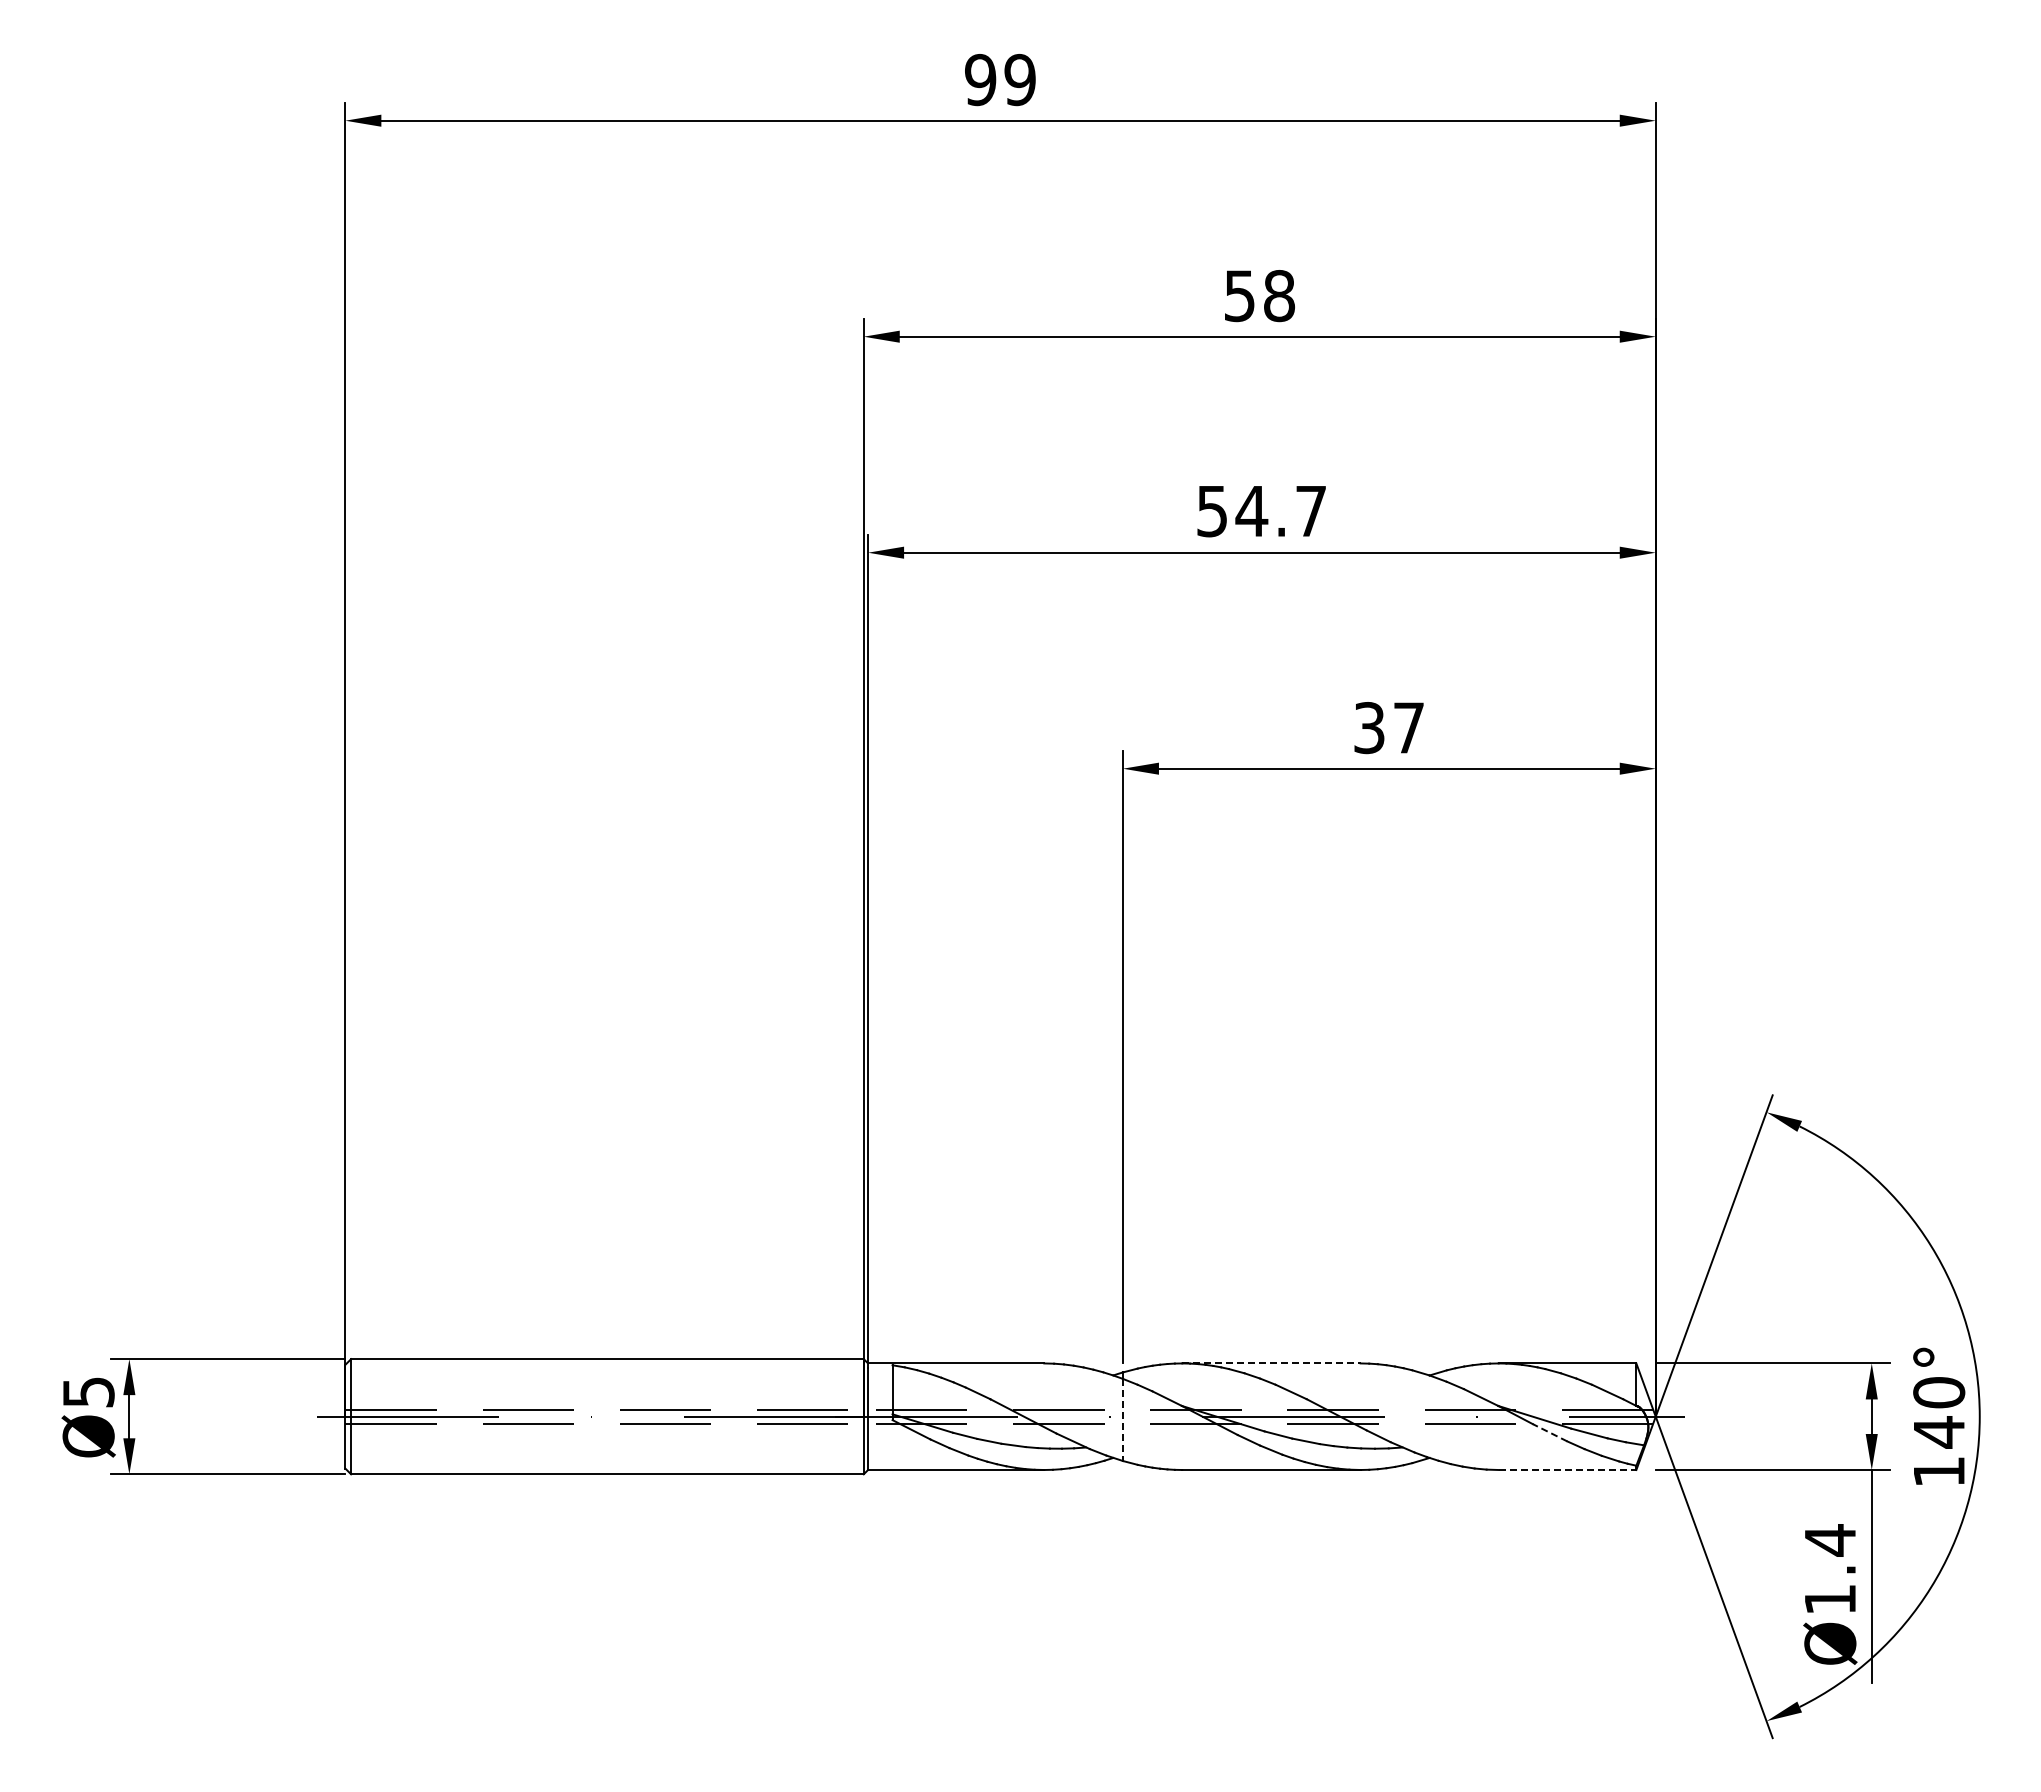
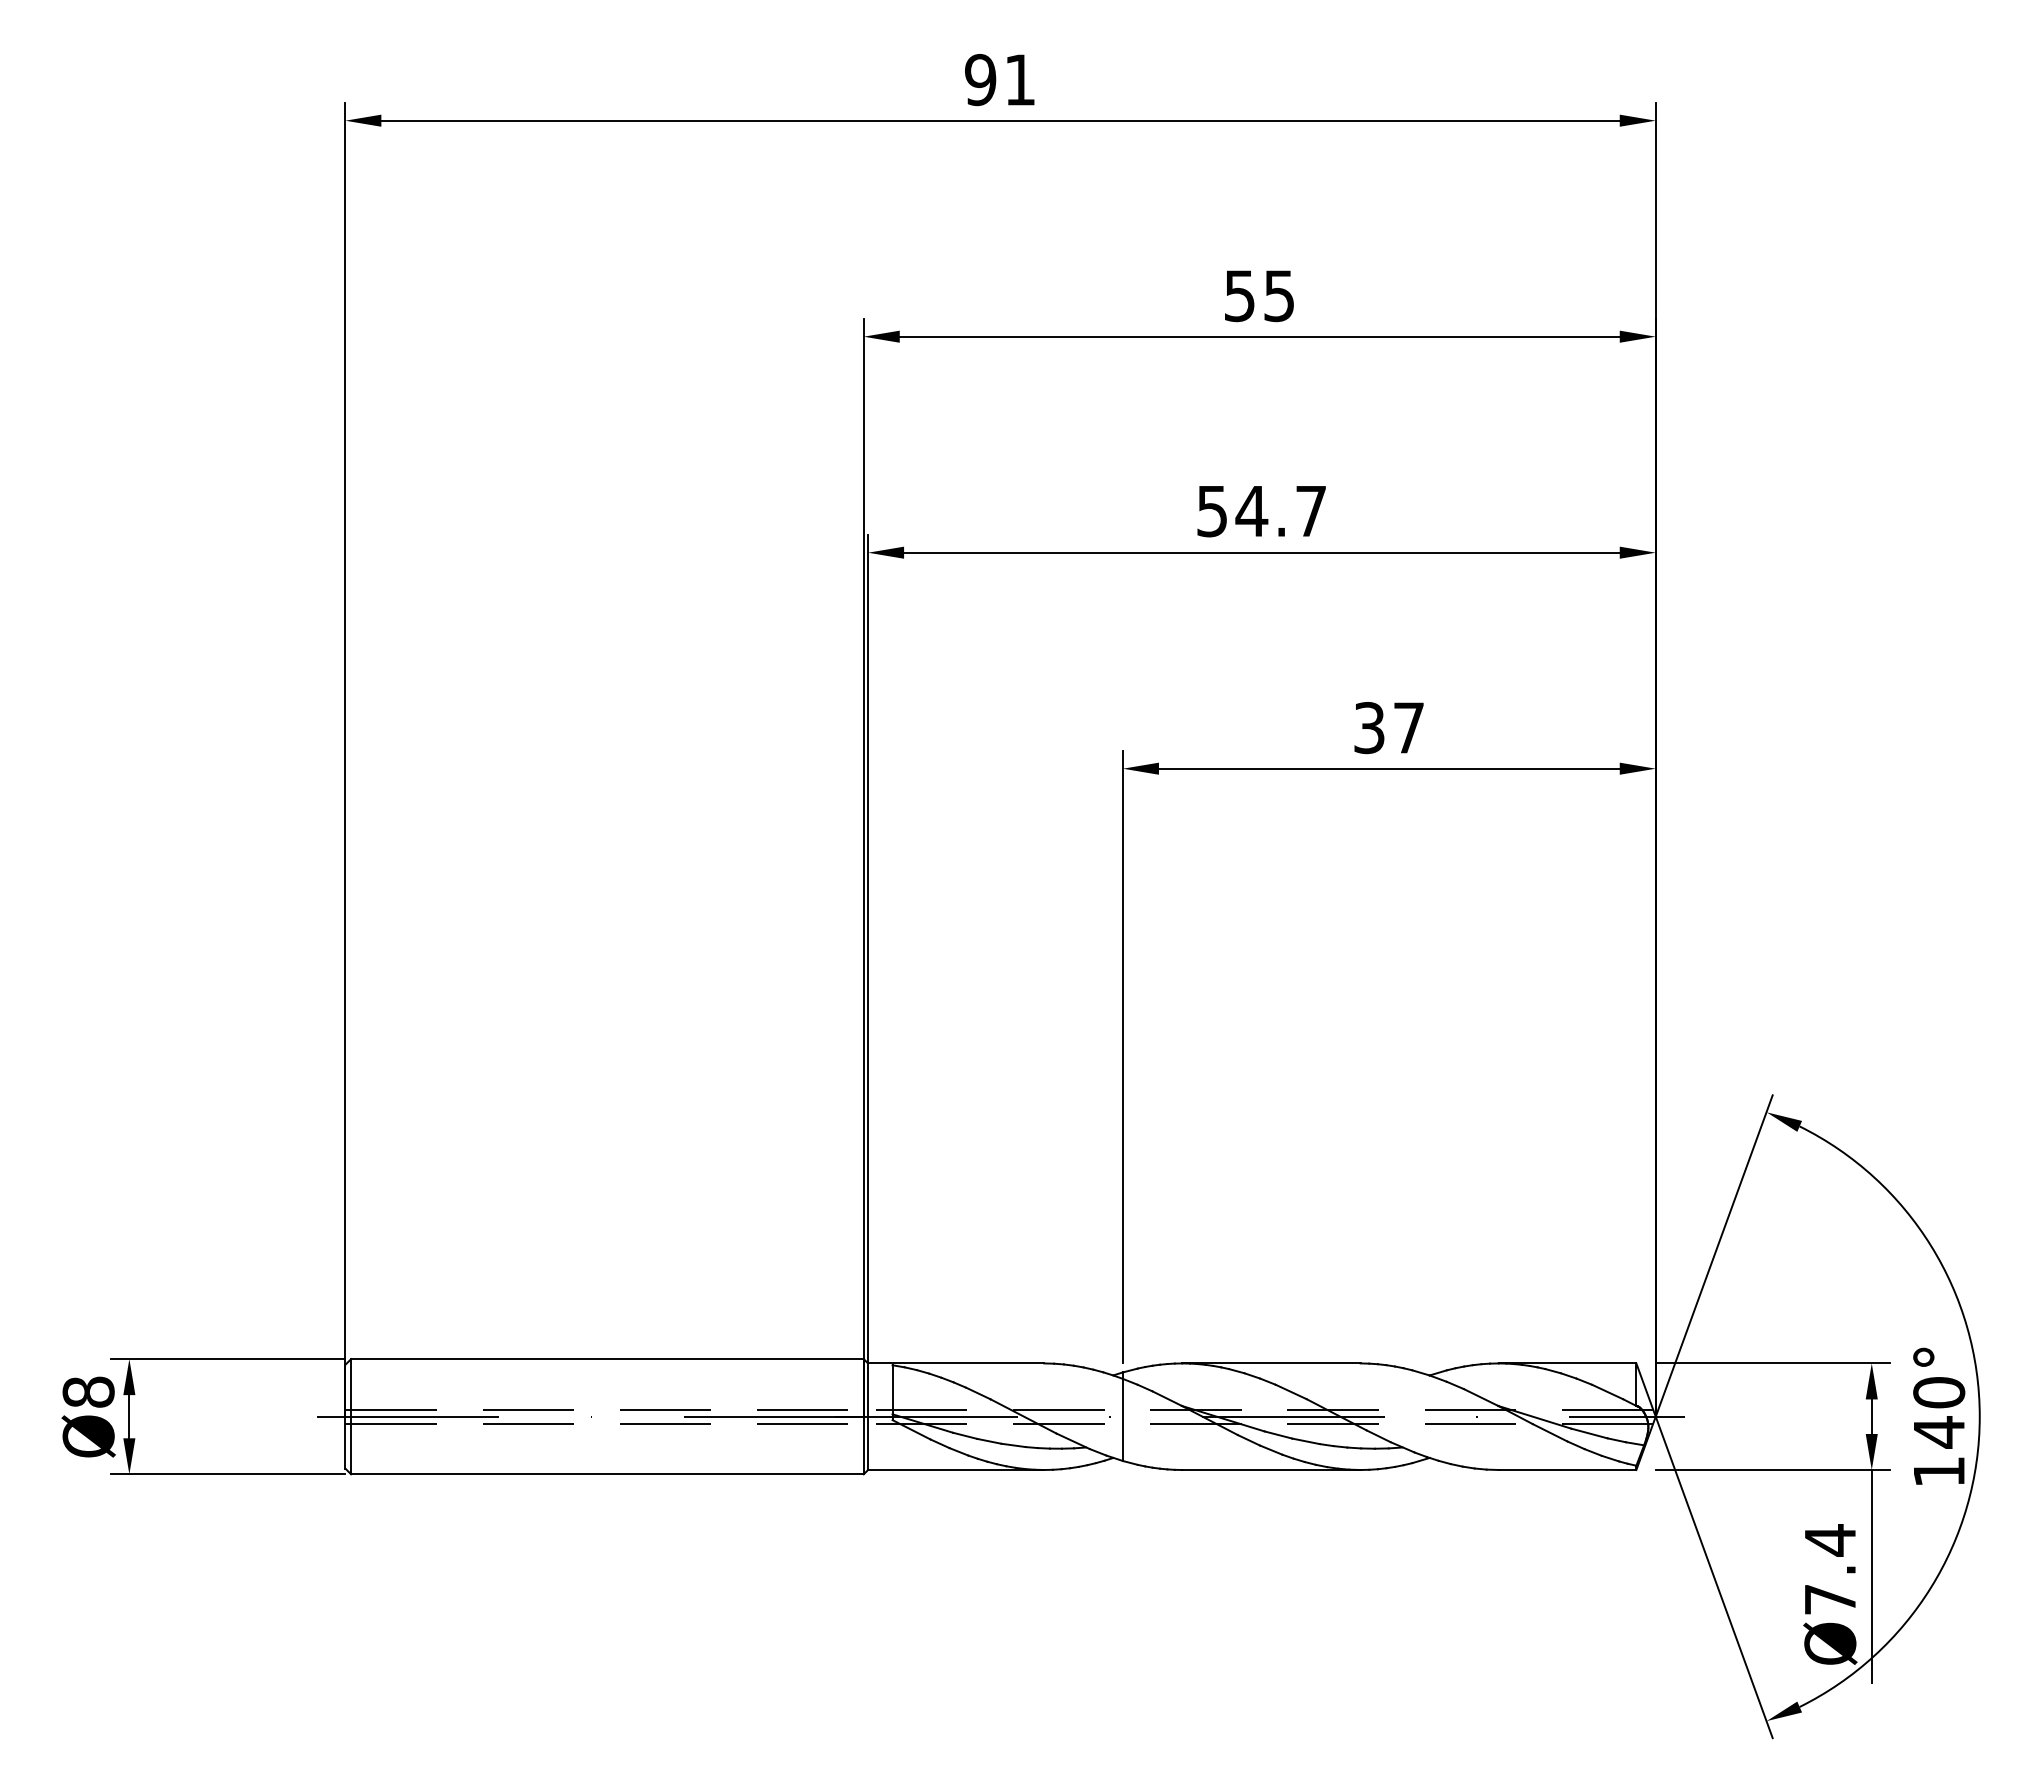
text at (1019, 79): 99 -> 91
text at (1279, 296): 58 -> 55
line at (1271, 1363): dashed -> solid
text at (88, 1391): Ø5 -> Ø8
line at (1122, 1420): dashed -> solid
line at (1549, 1432): dashed -> solid
line at (1567, 1470): dashed -> solid
text at (1830, 1599): Ø1.4 -> Ø7.4
